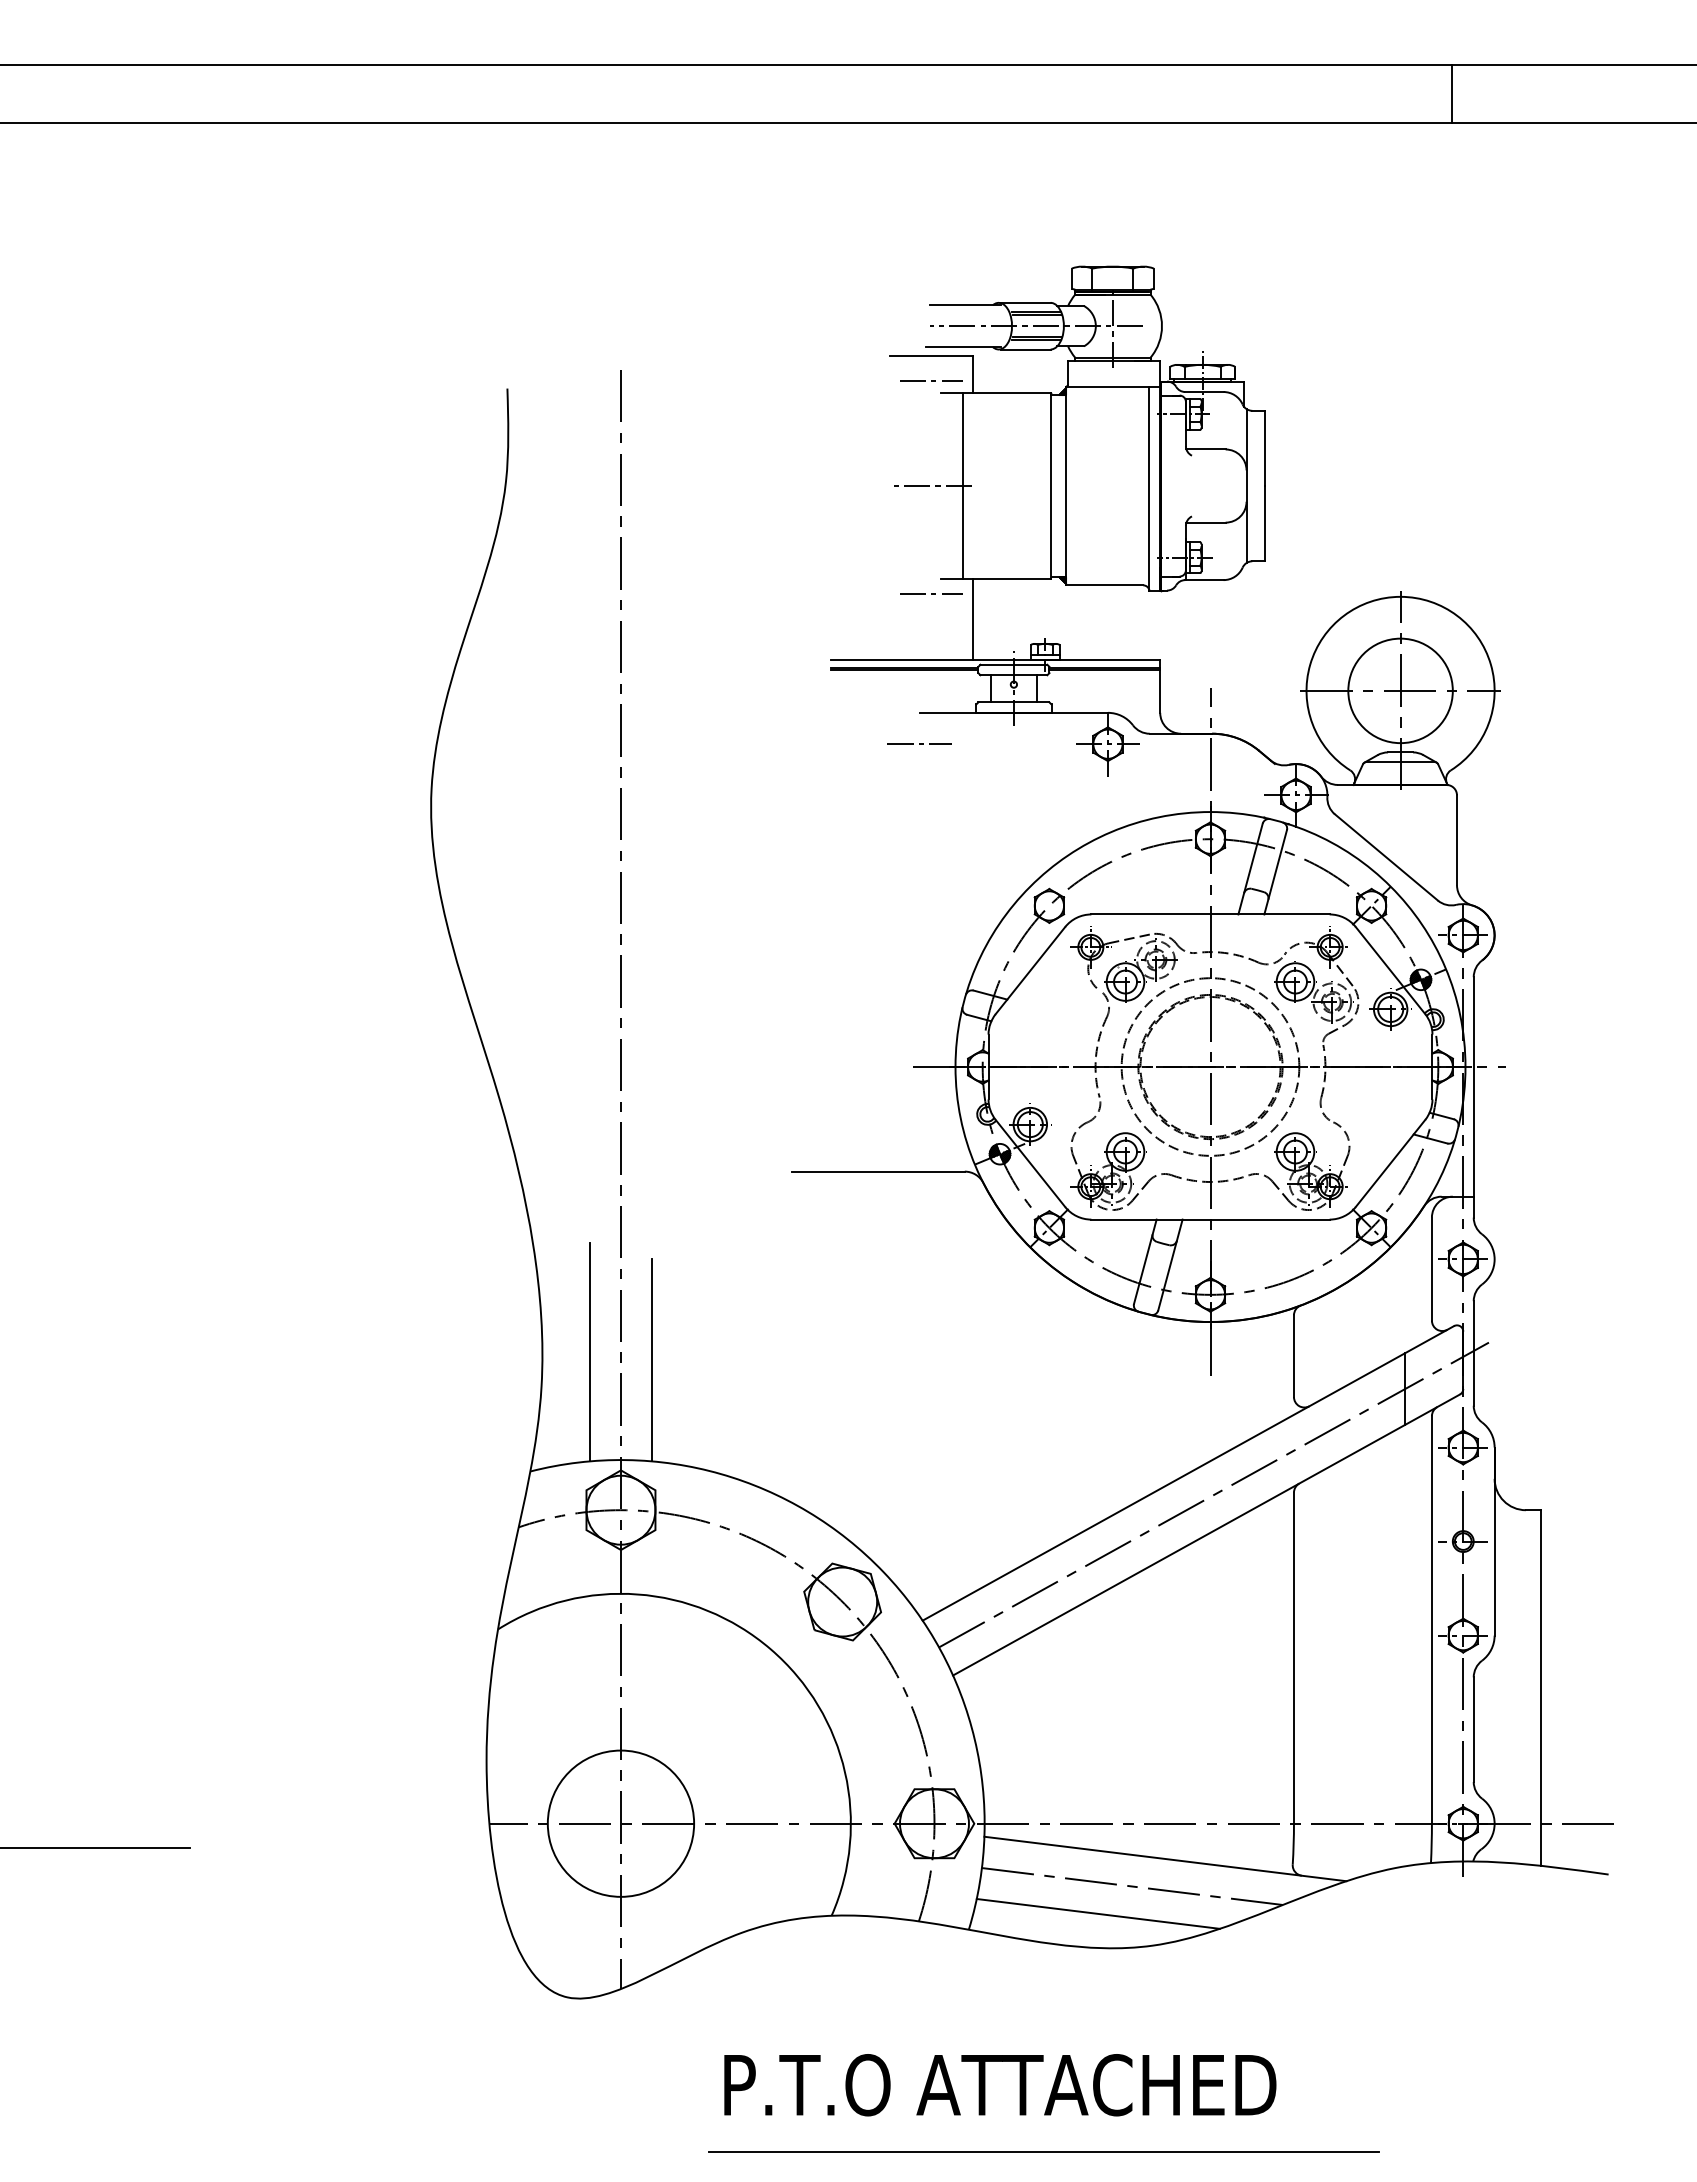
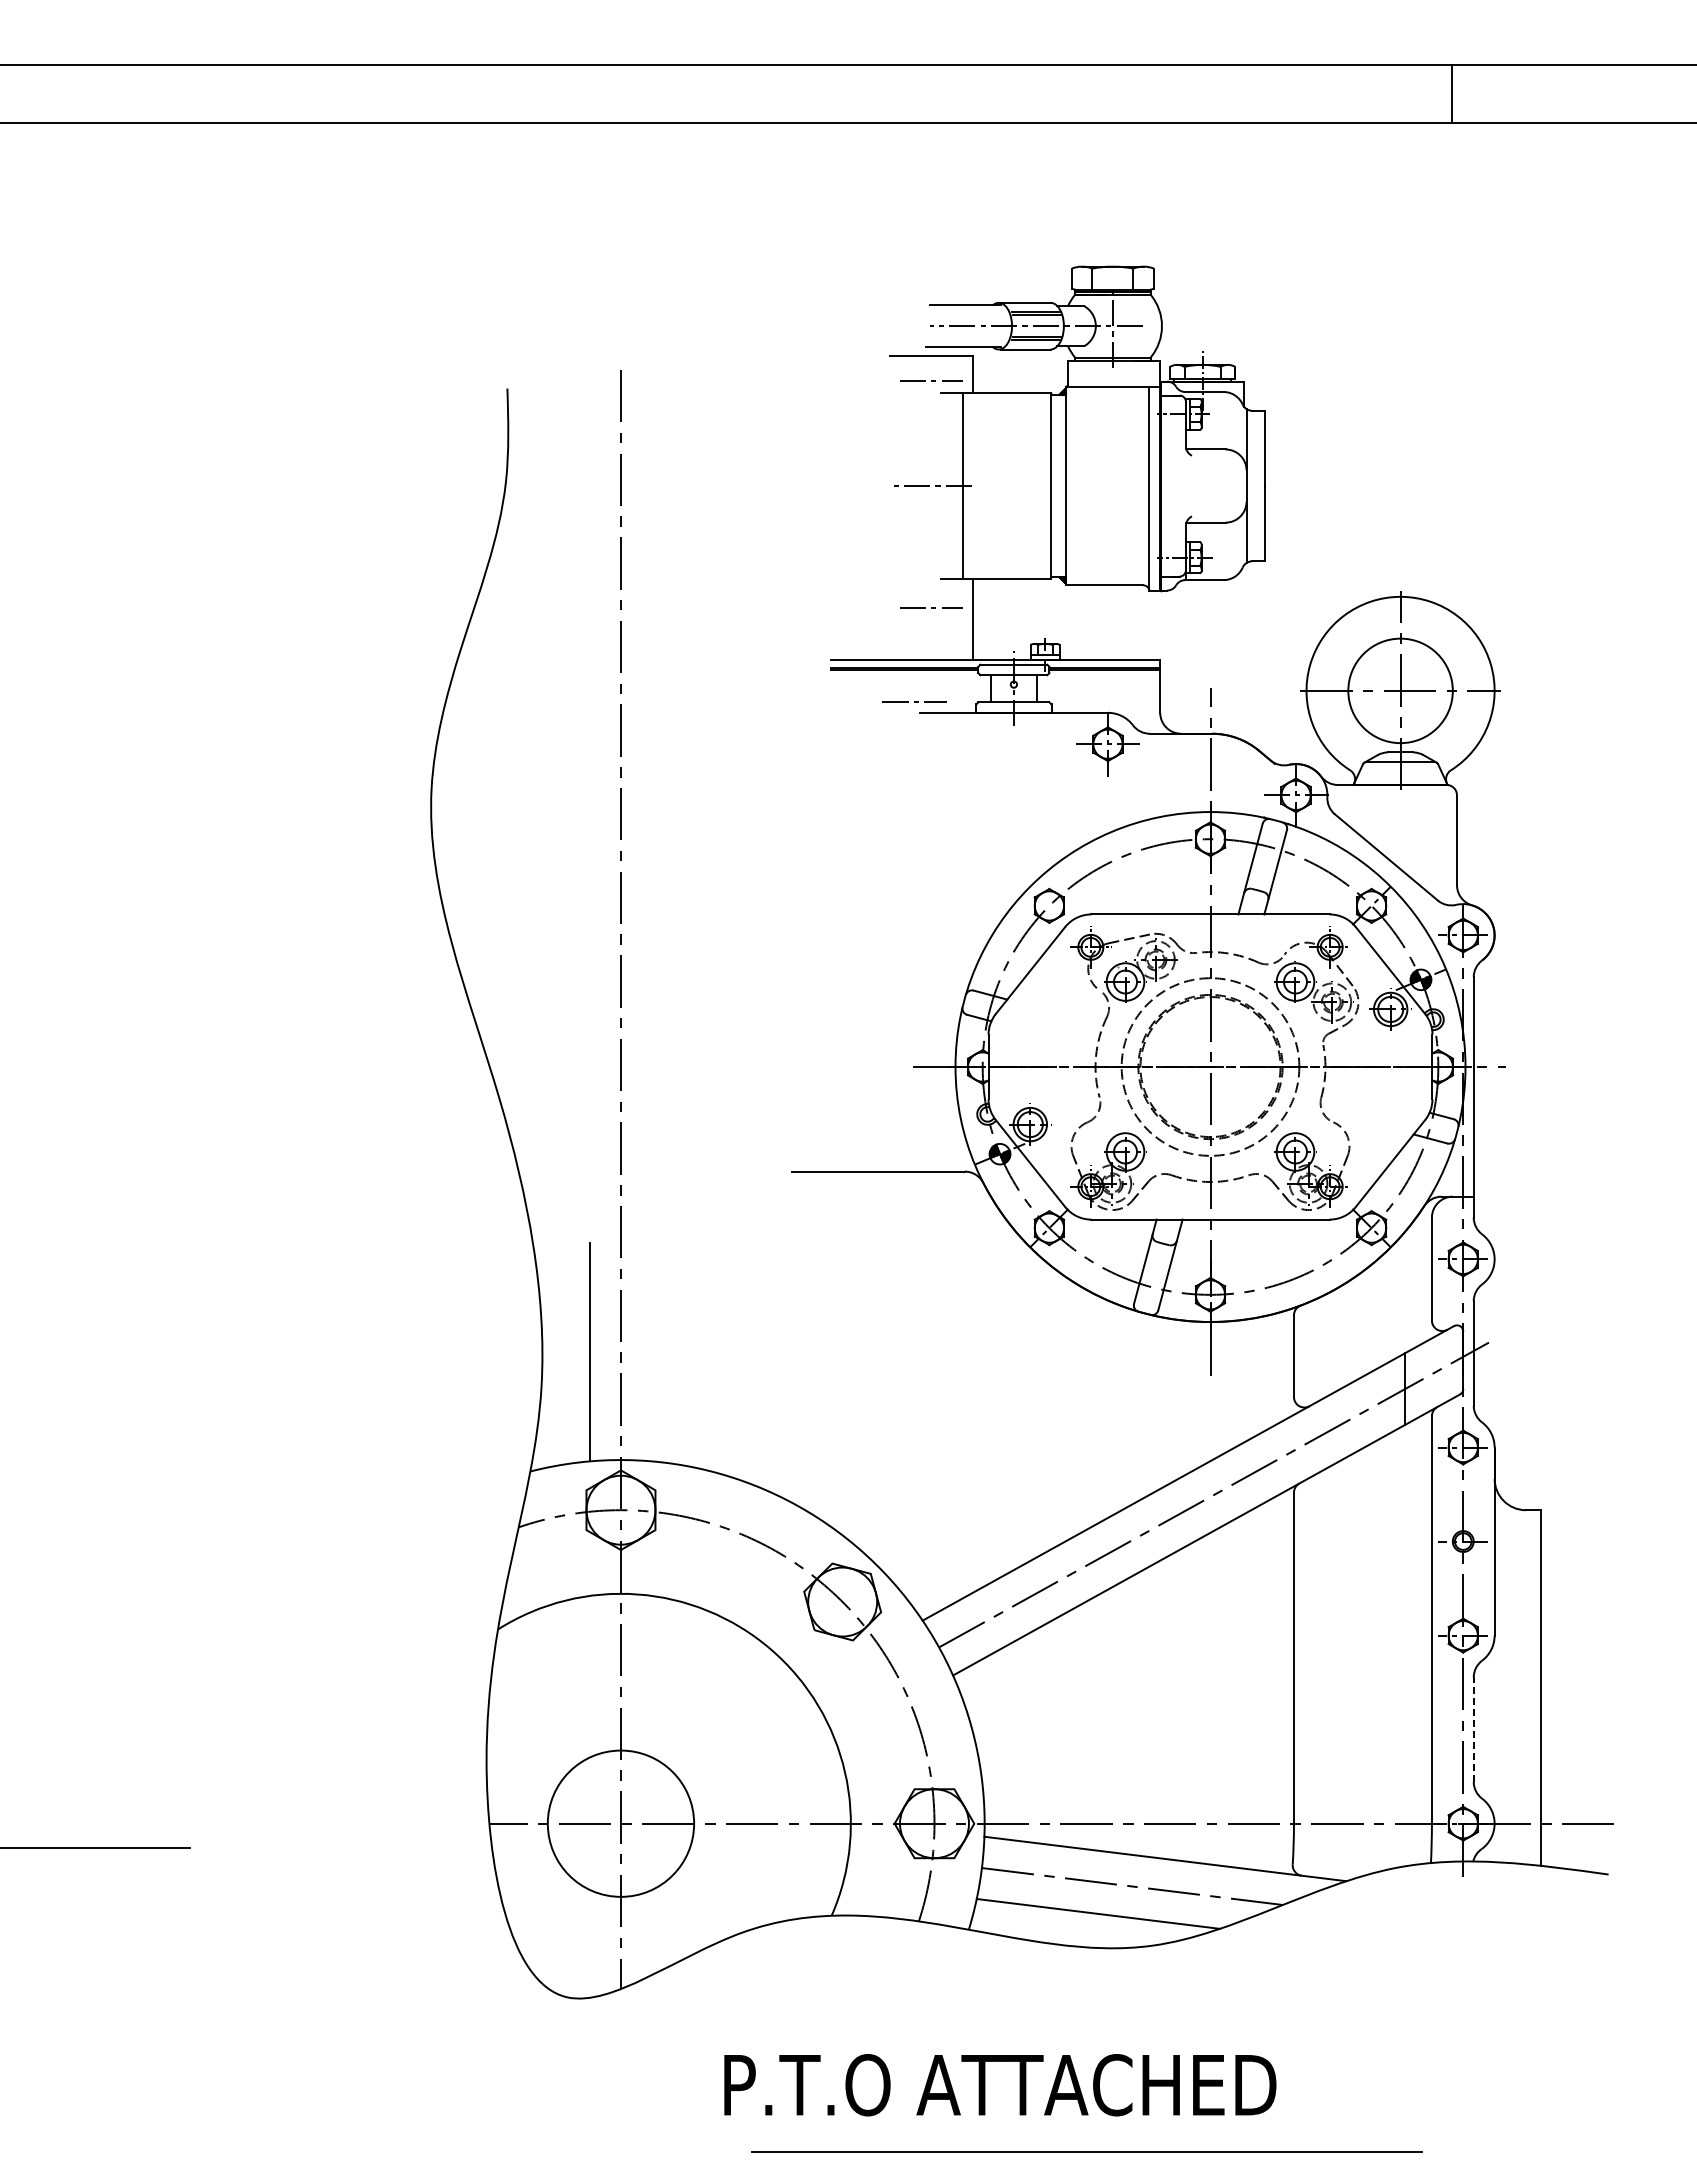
line at (931, 593) position: (931, 593) -> (931, 607)
line at (919, 743) position: (919, 743) -> (914, 701)
line at (652, 1360): present -> none
line at (1473, 1729): solid -> dashed
line at (1043, 2151) position: (1043, 2151) -> (1086, 2151)
